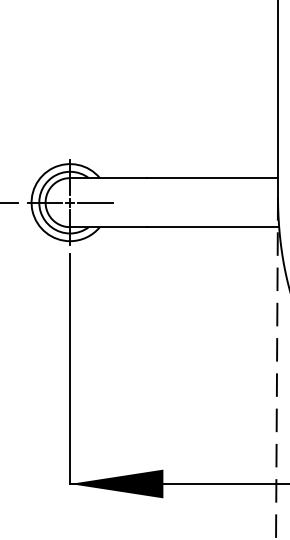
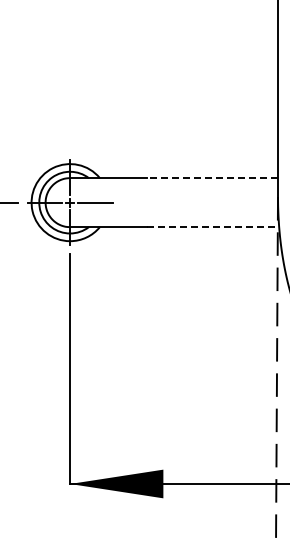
line at (212, 178): solid -> dashed
line at (213, 227): solid -> dashed
